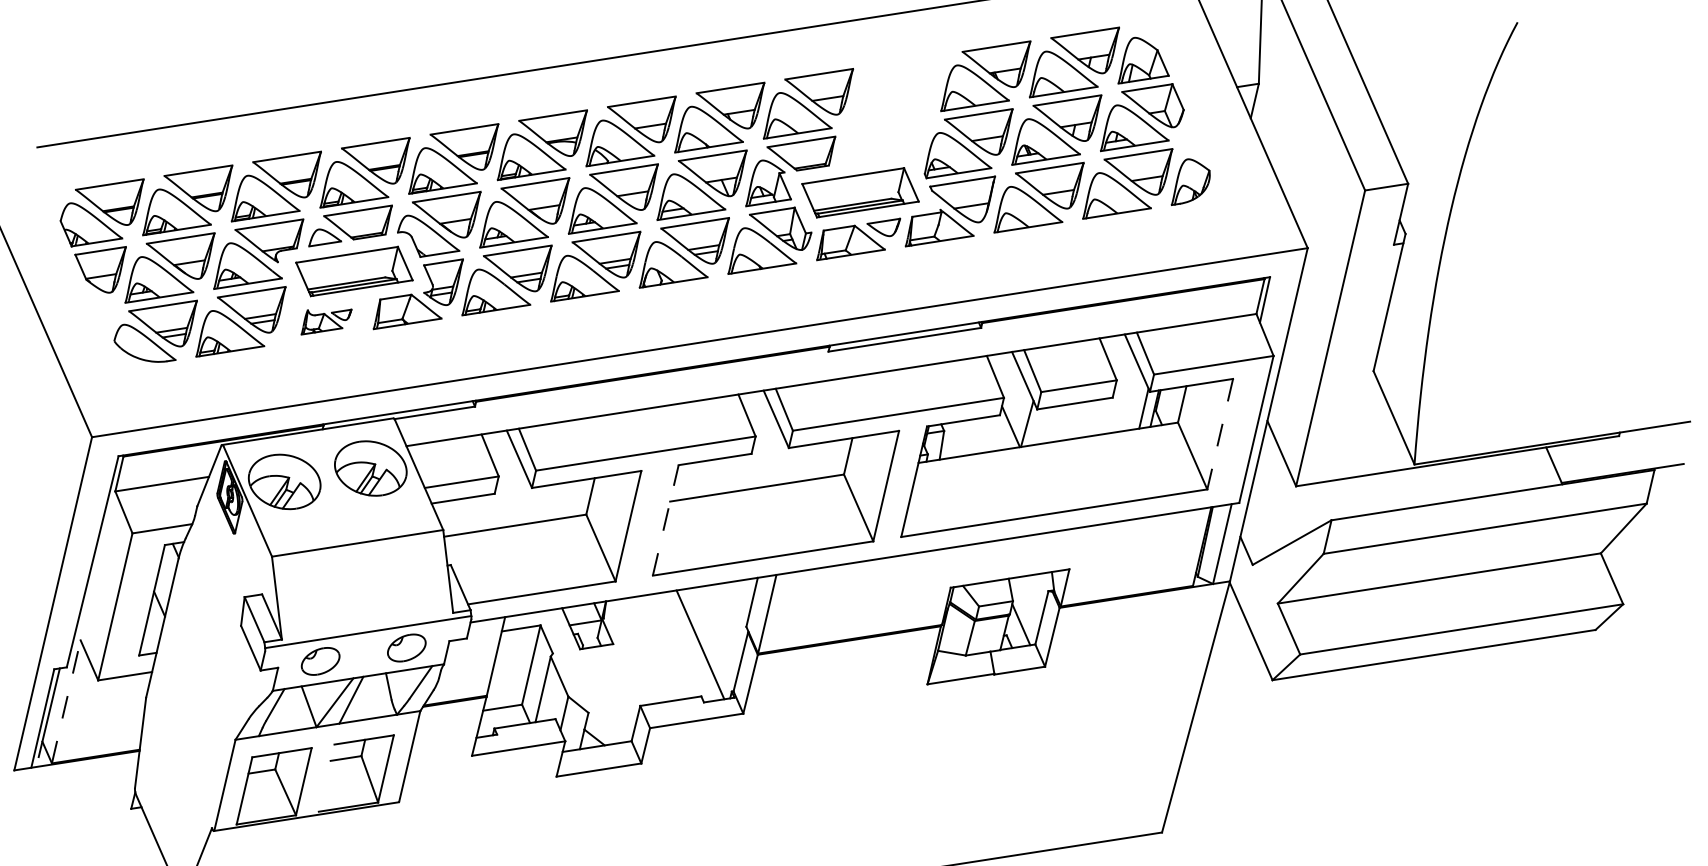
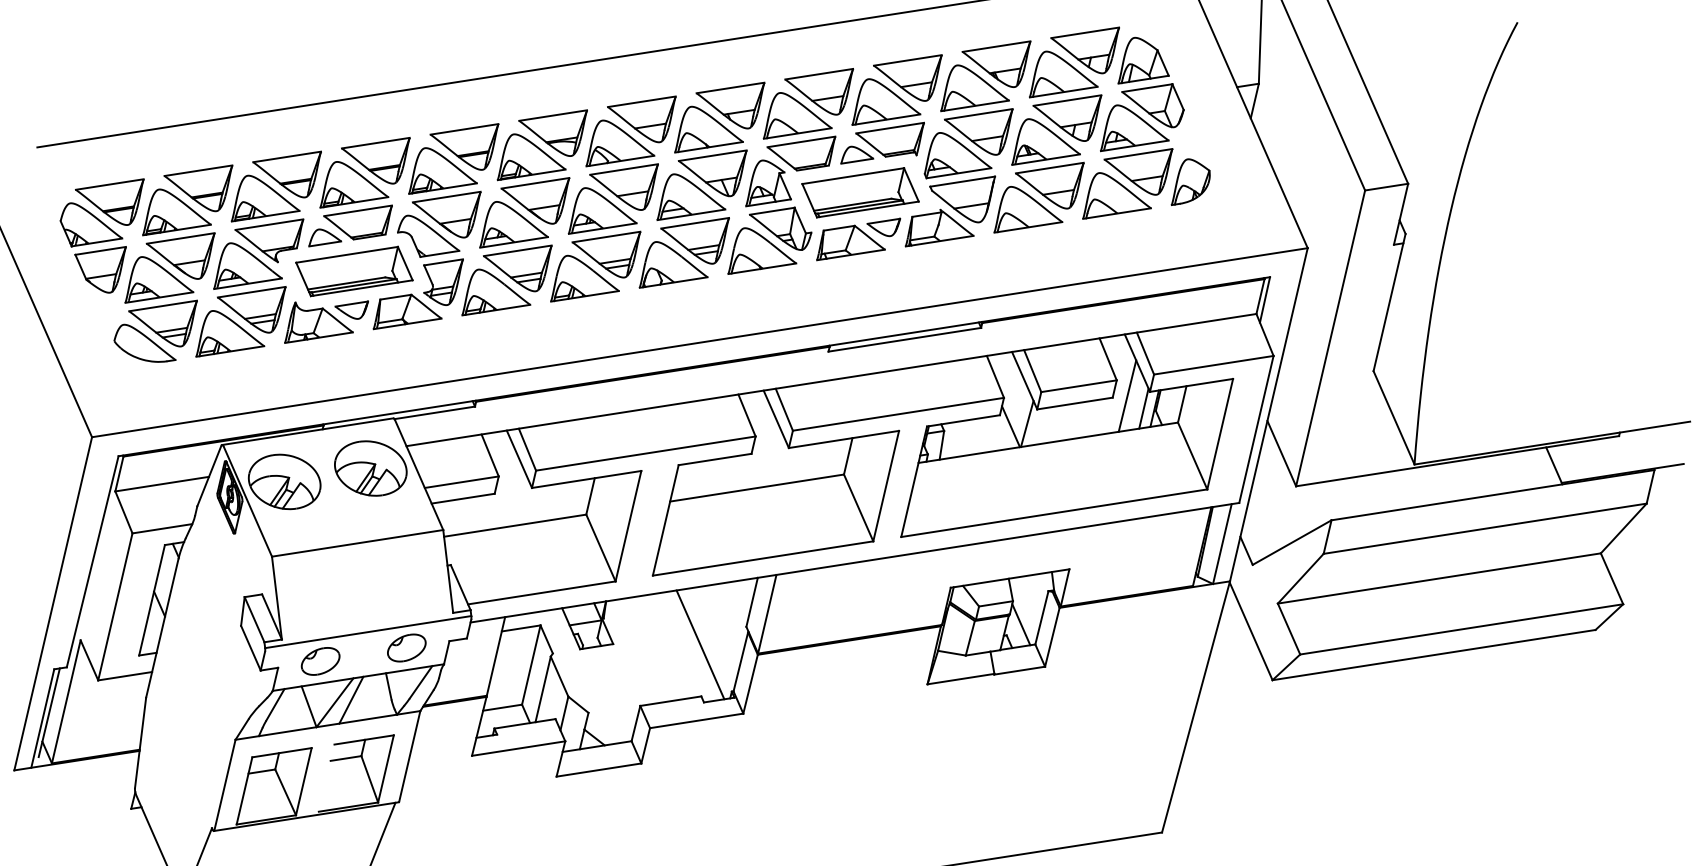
part at (891, 109): none -> present
part at (326, 321) size: 53x28 px -> 85x44 px
line at (1127, 395): none -> present
line at (1220, 434): dashed -> solid
line at (665, 520): dashed -> solid
line at (66, 701): dashed -> solid
line at (383, 832): none -> present
